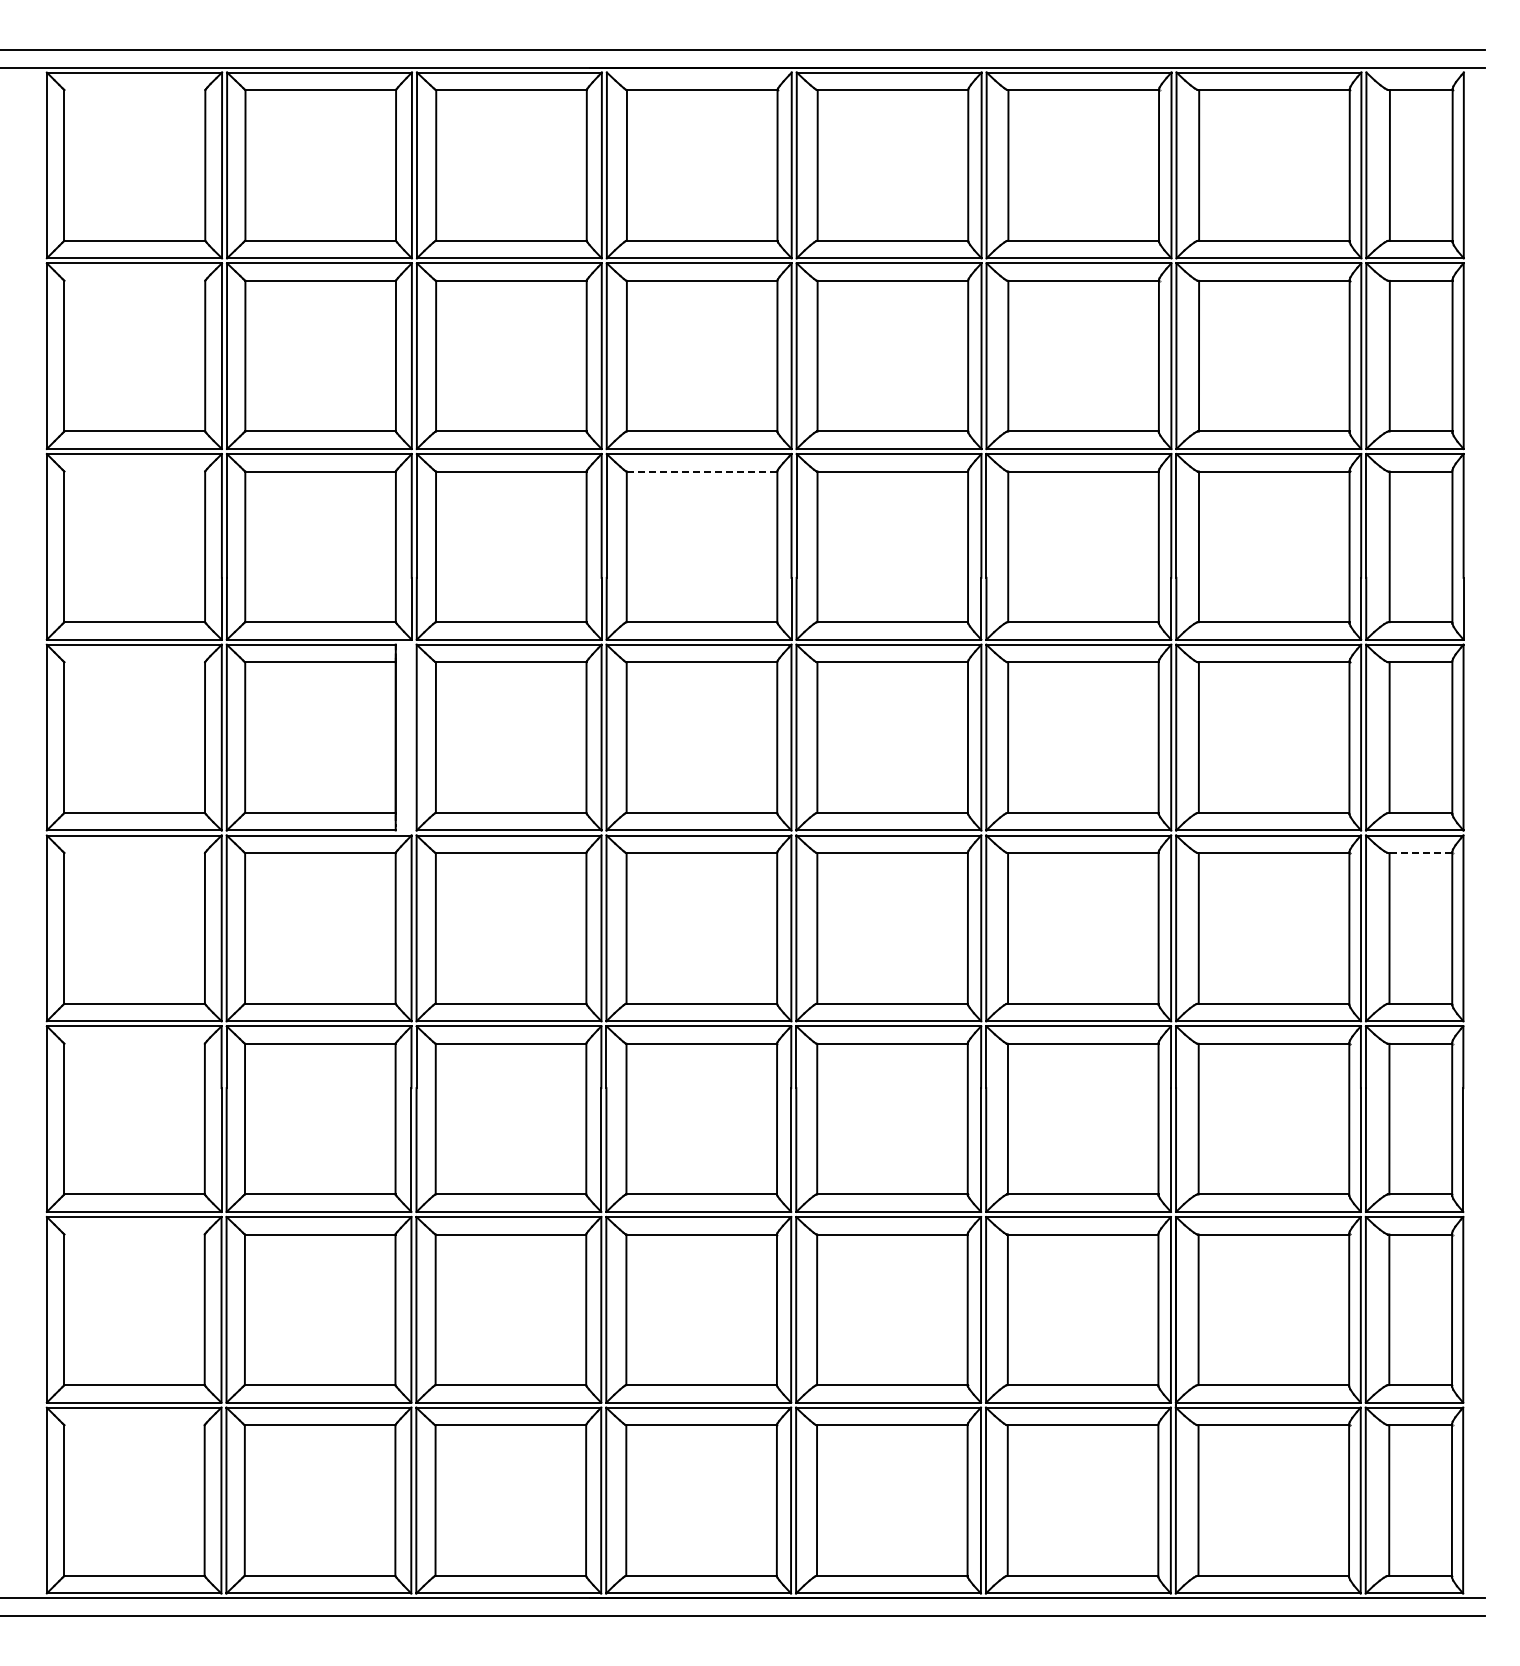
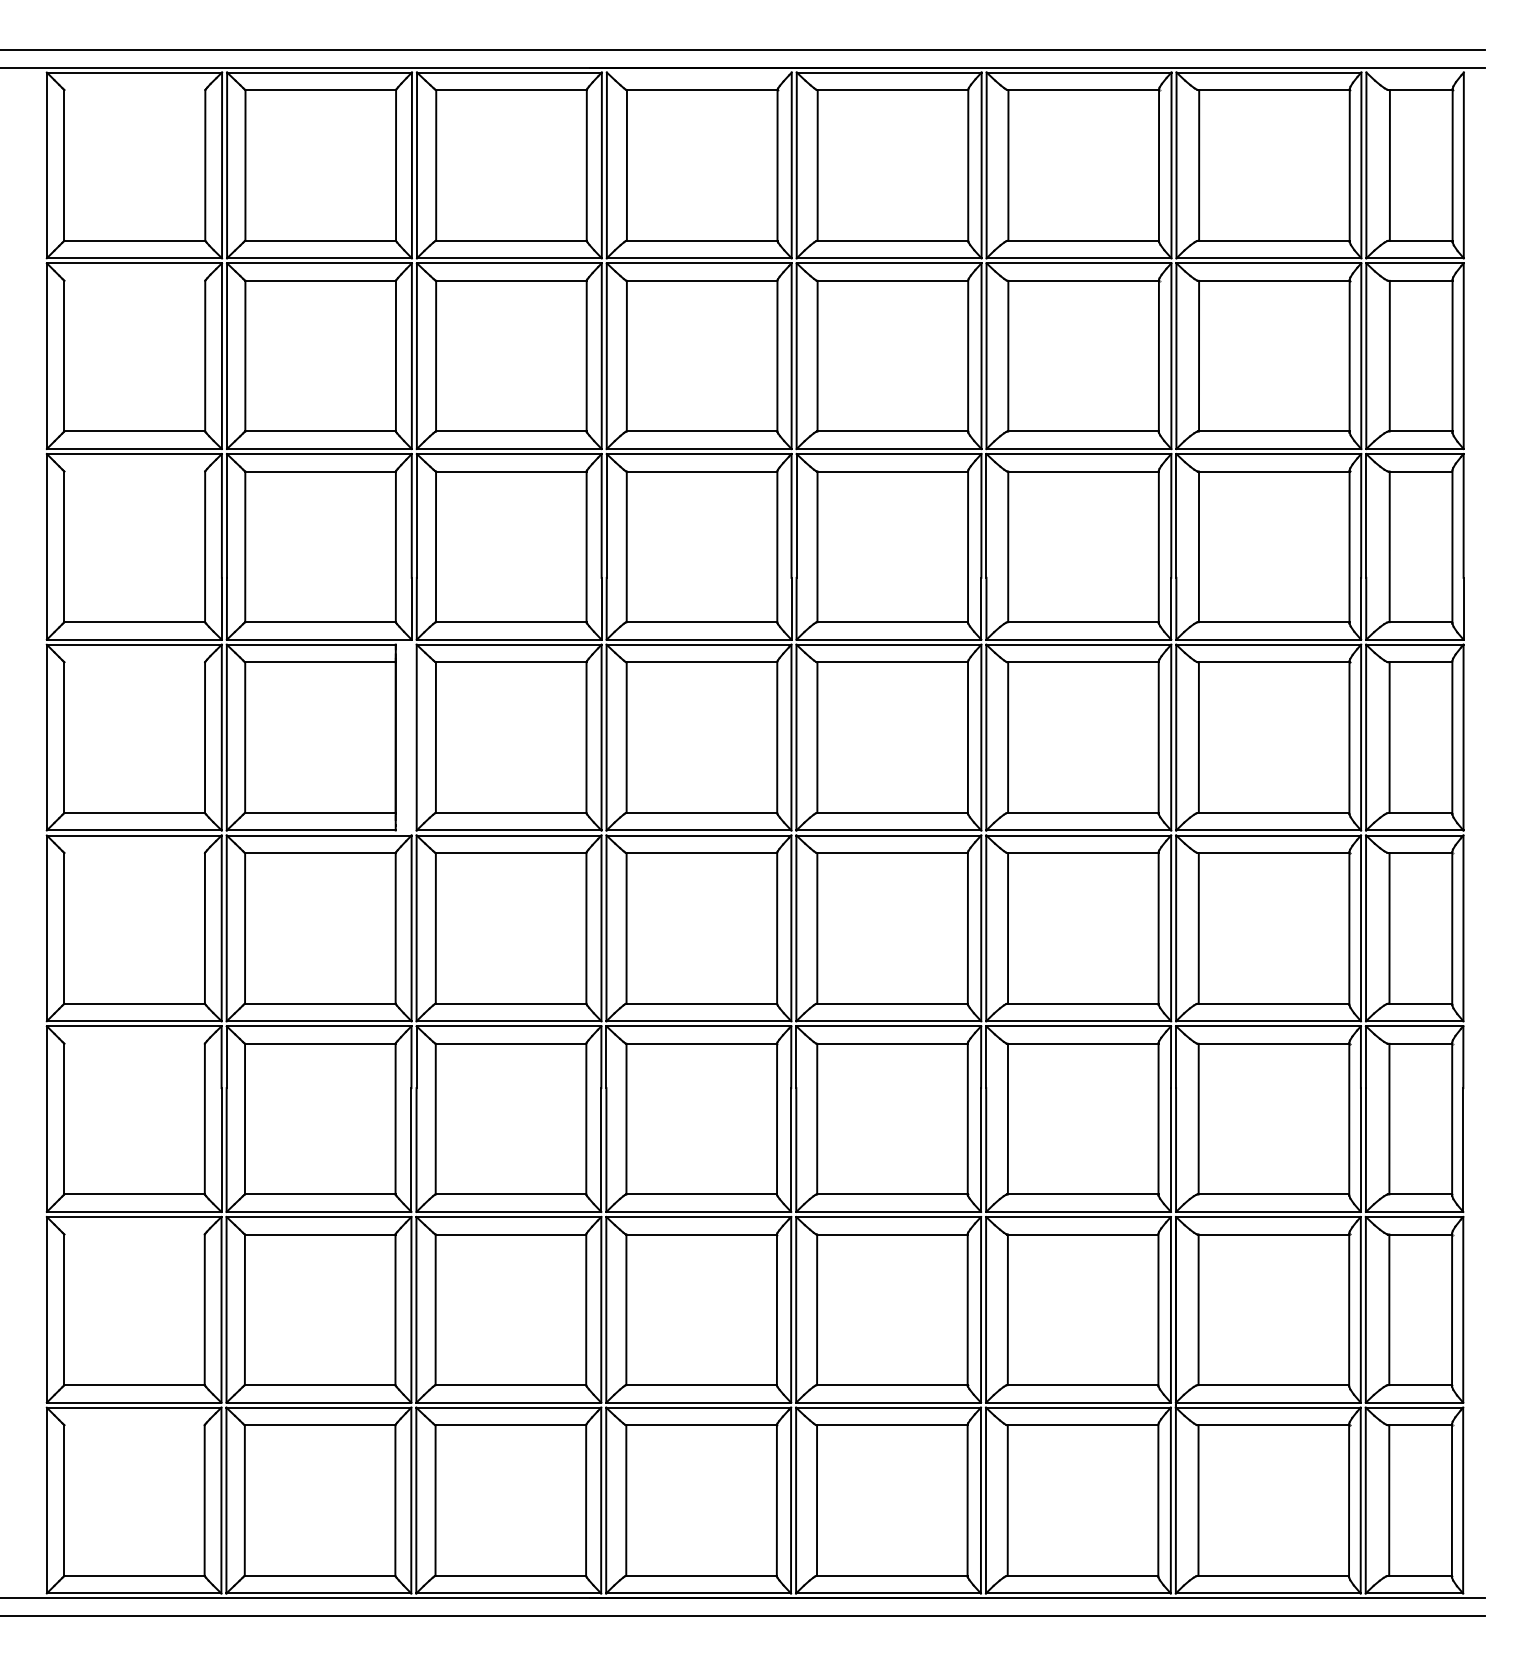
line at (701, 471): dashed -> solid
line at (1420, 853): dashed -> solid
